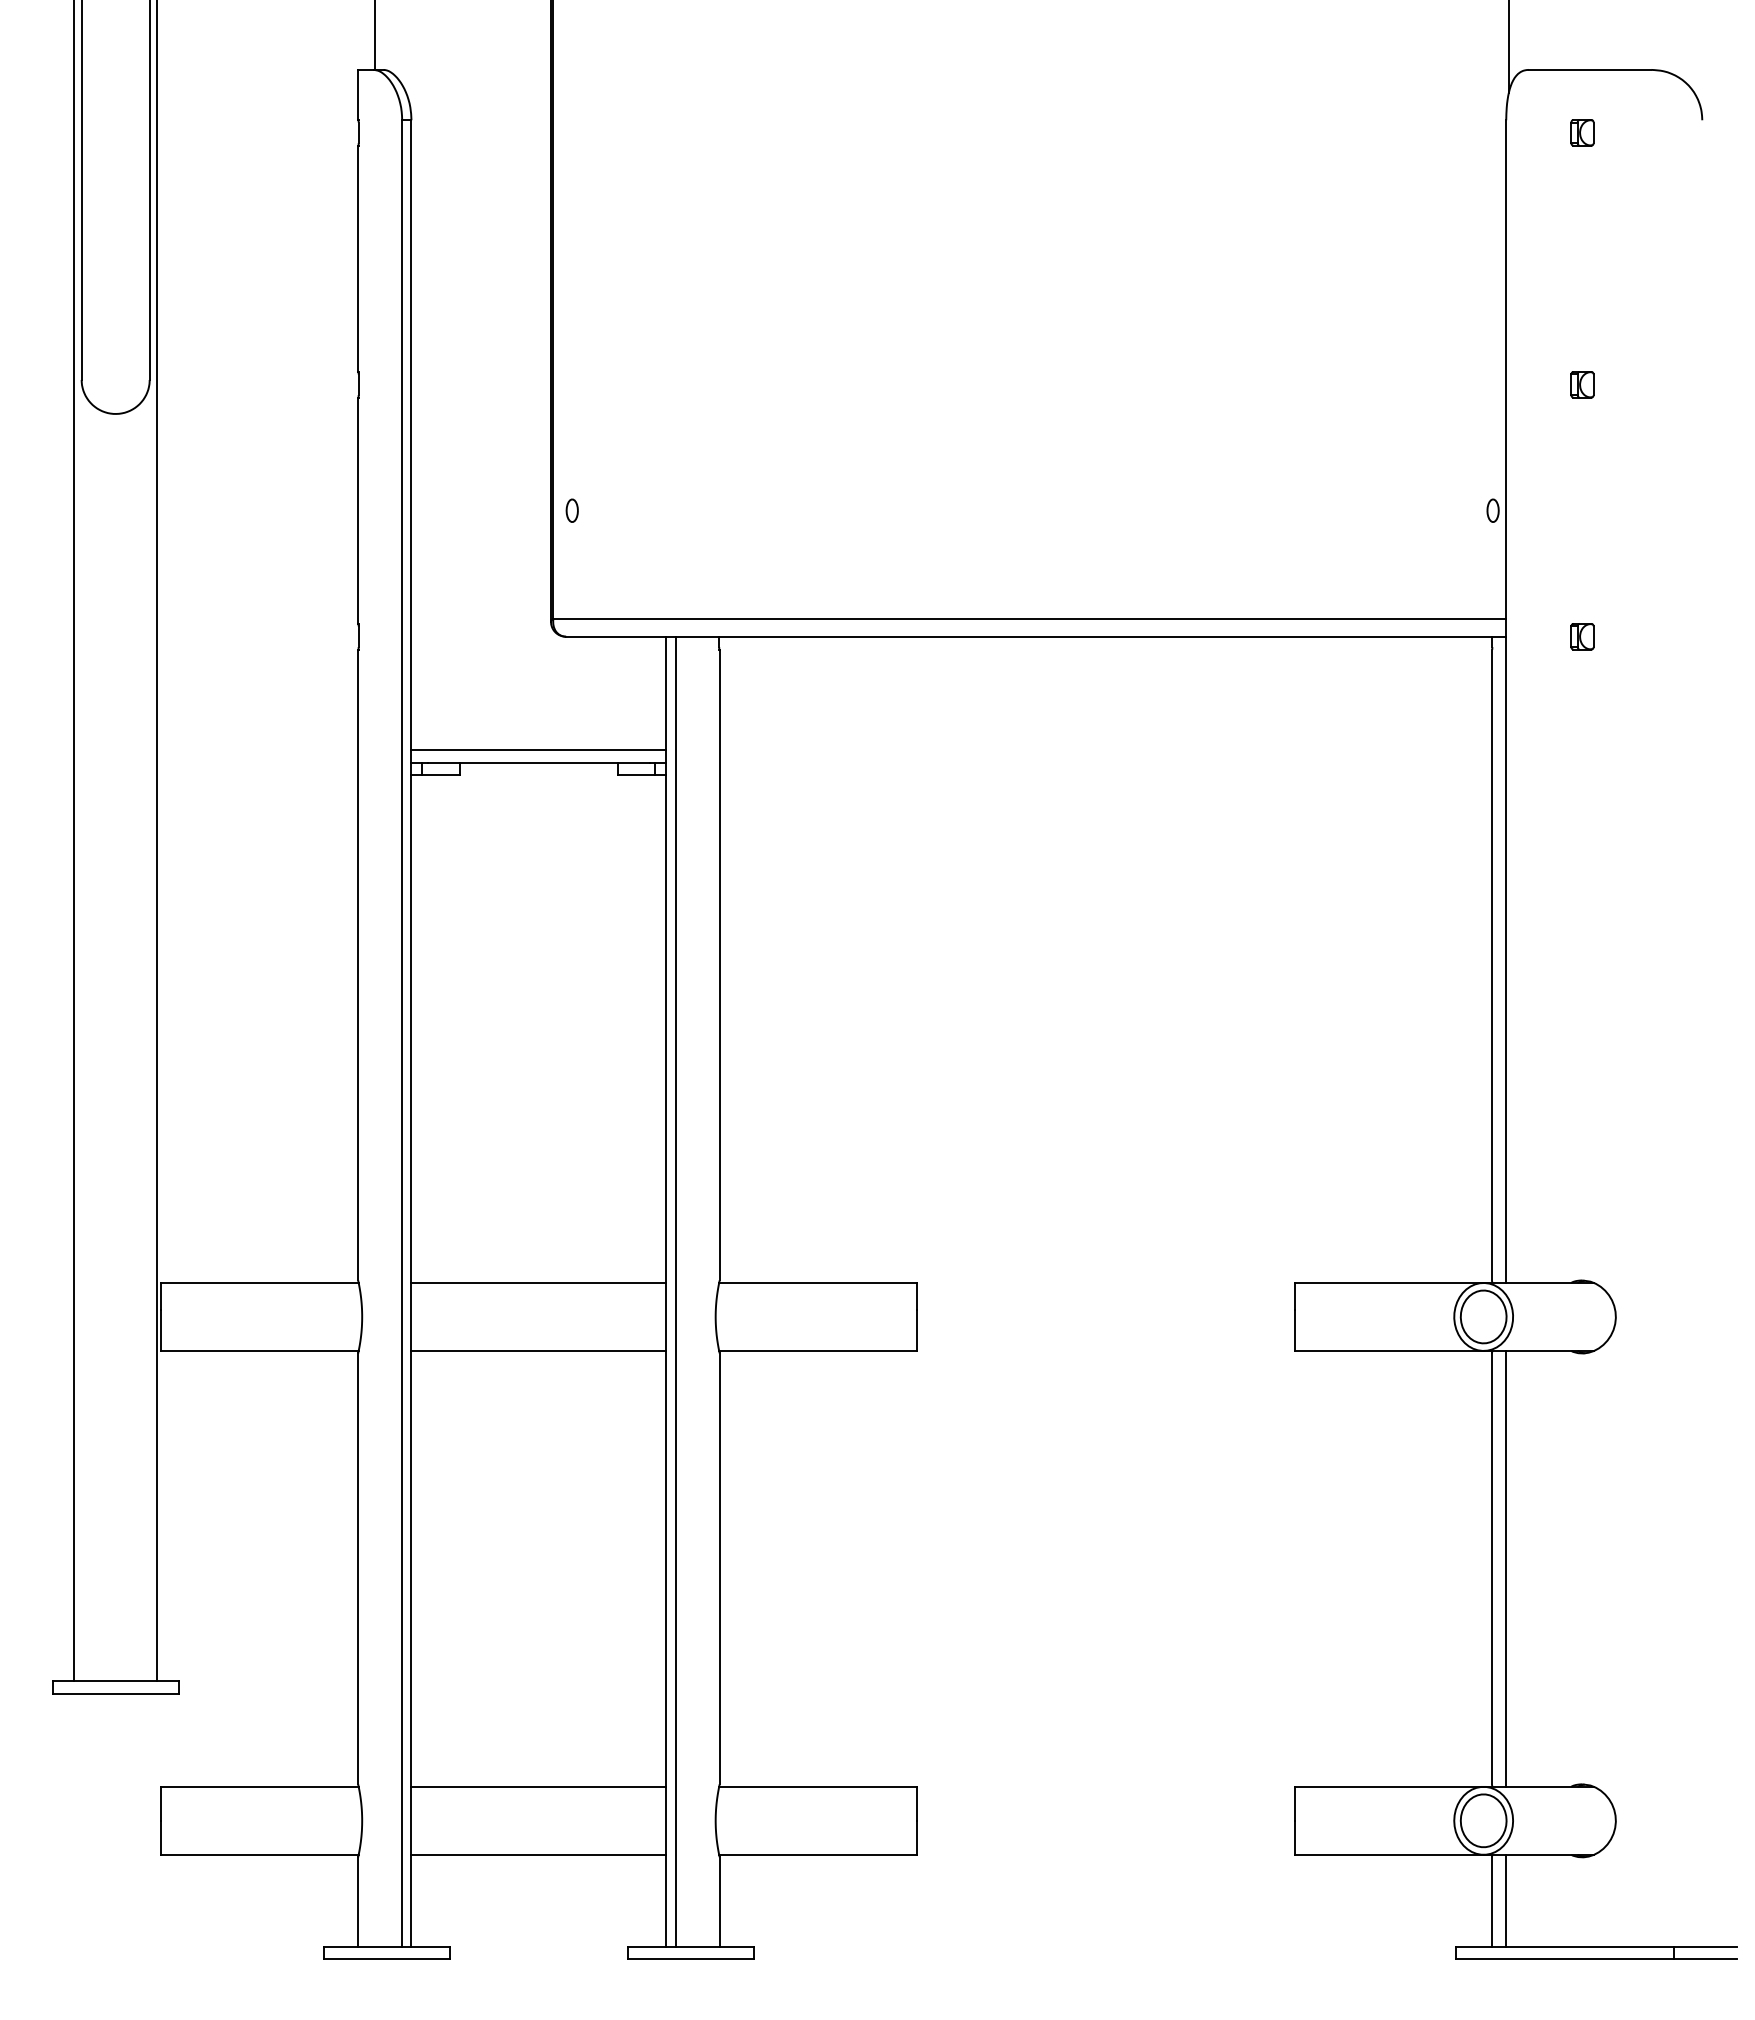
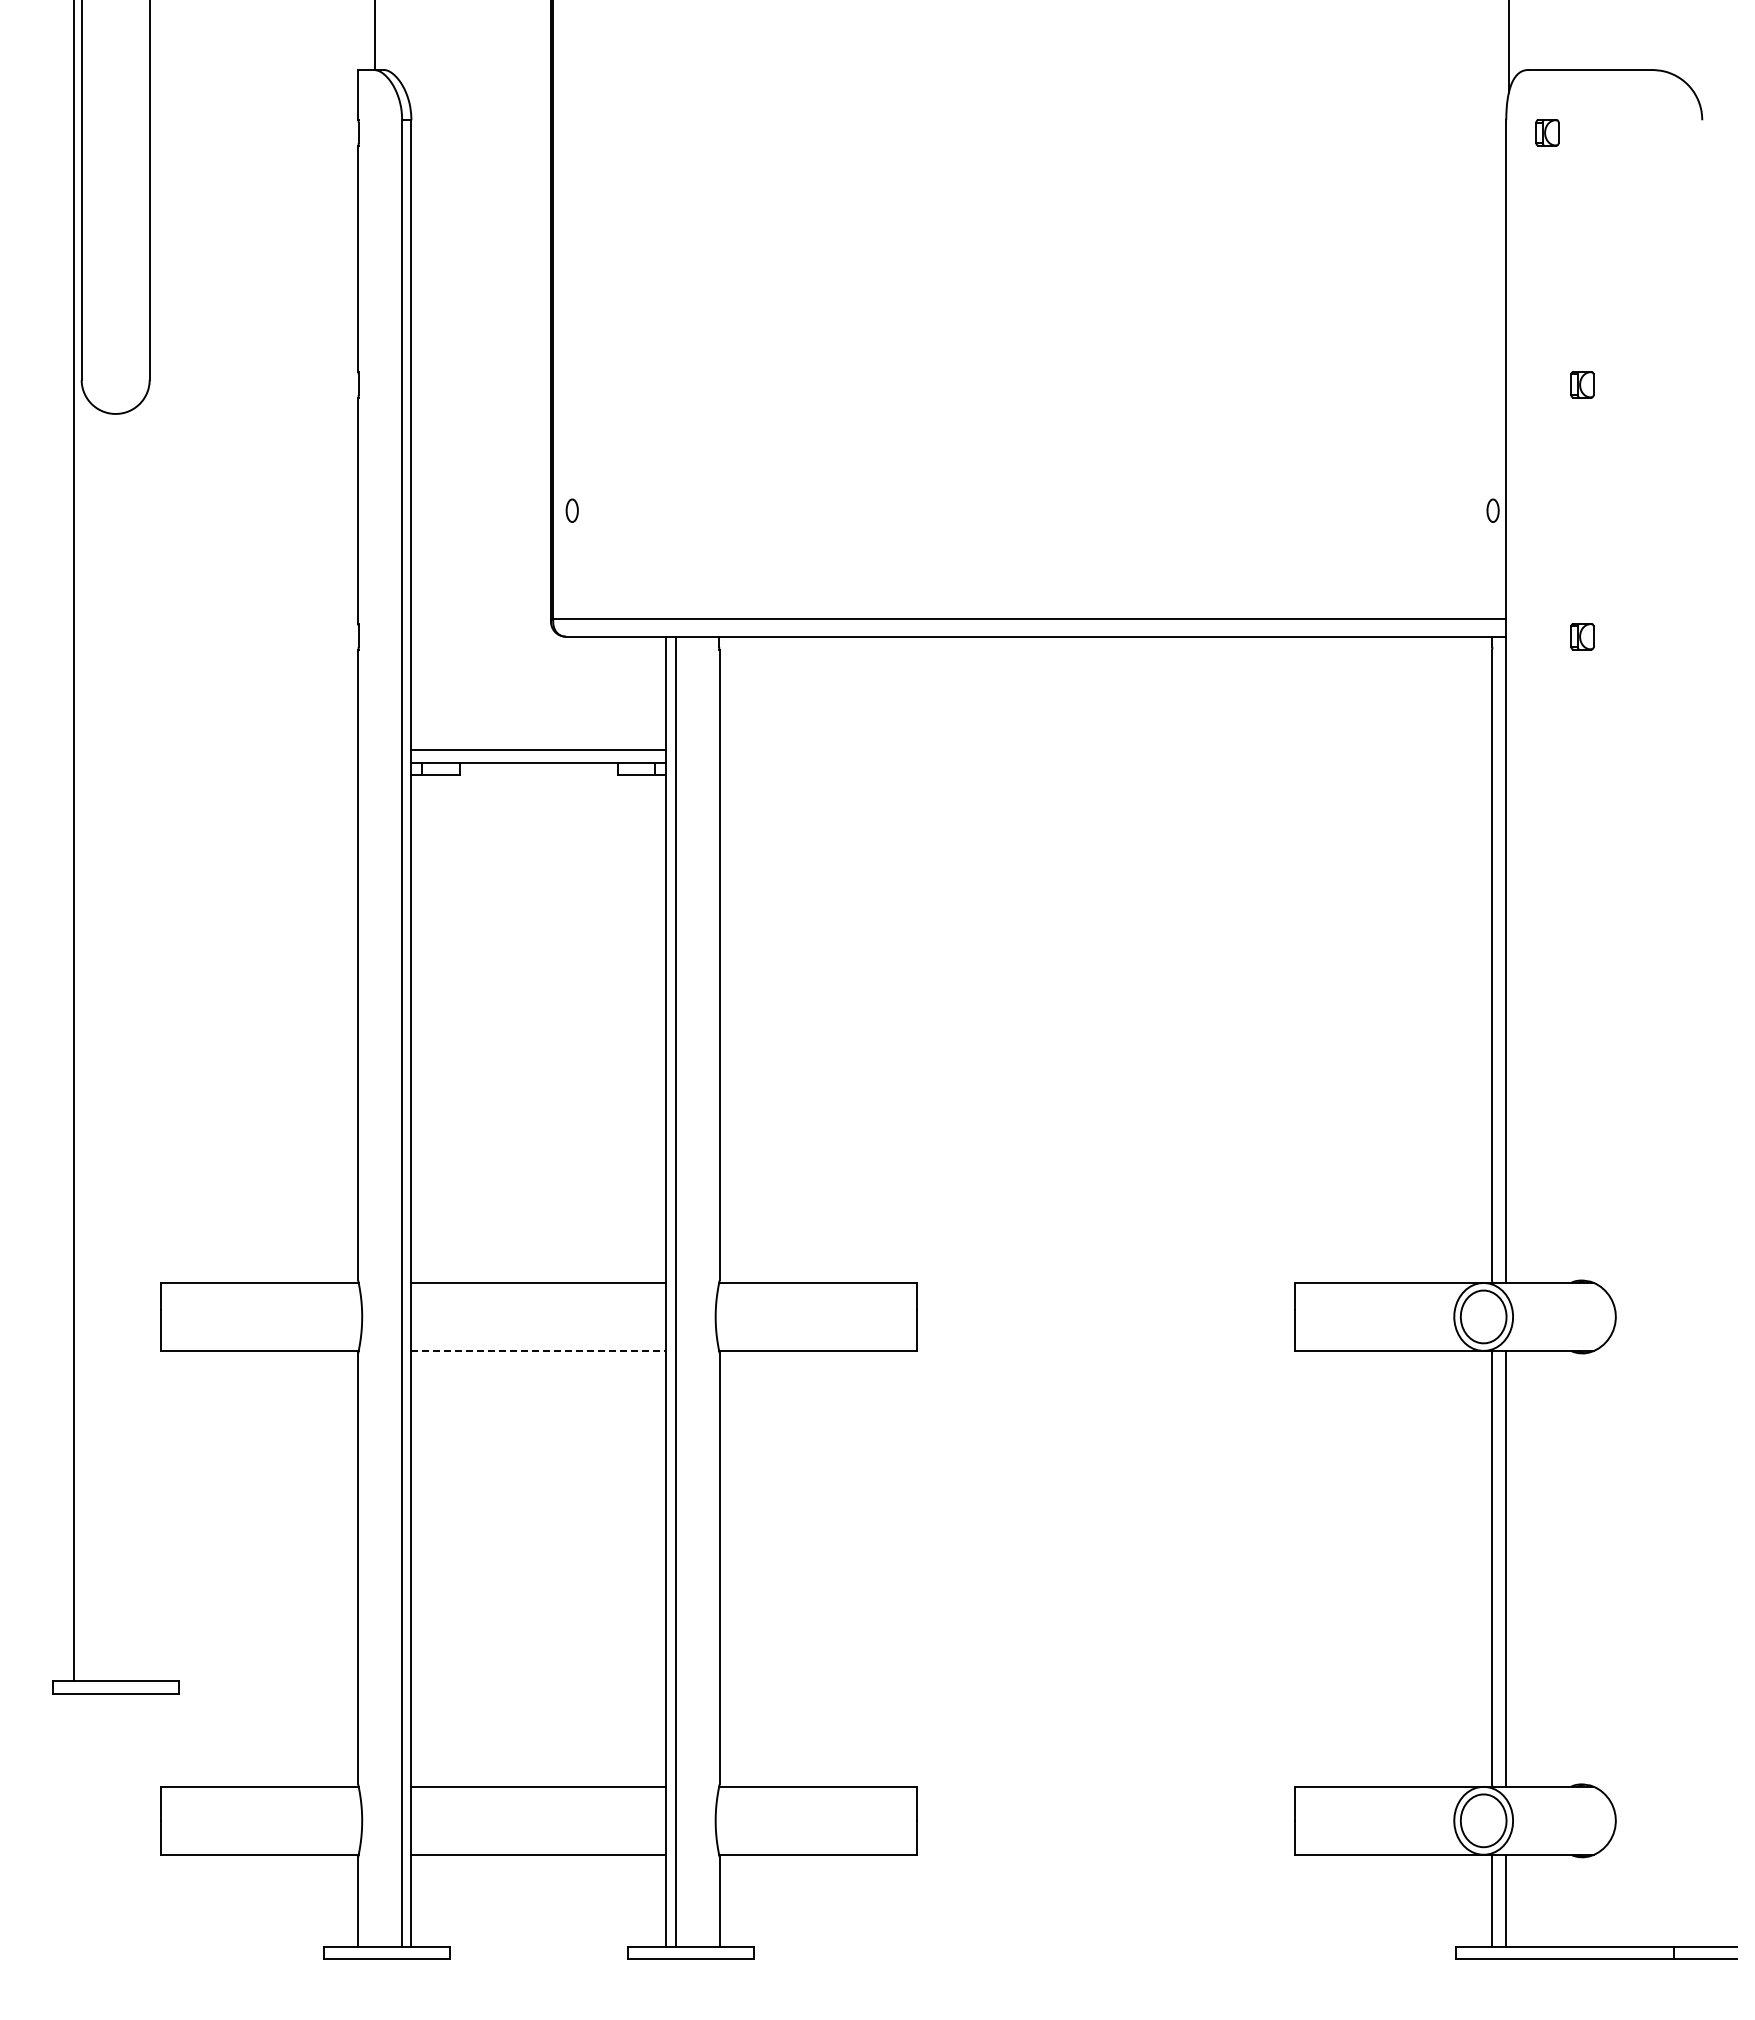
part at (1582, 132) position: (1582, 132) -> (1547, 132)
line at (157, 841): present -> none
line at (539, 1350): solid -> dashed
